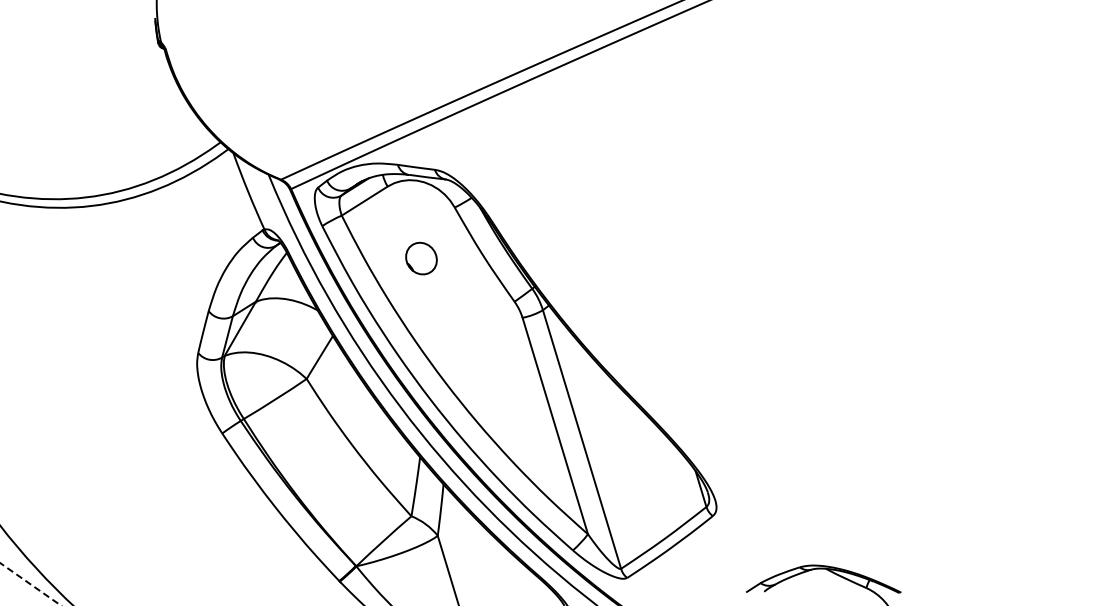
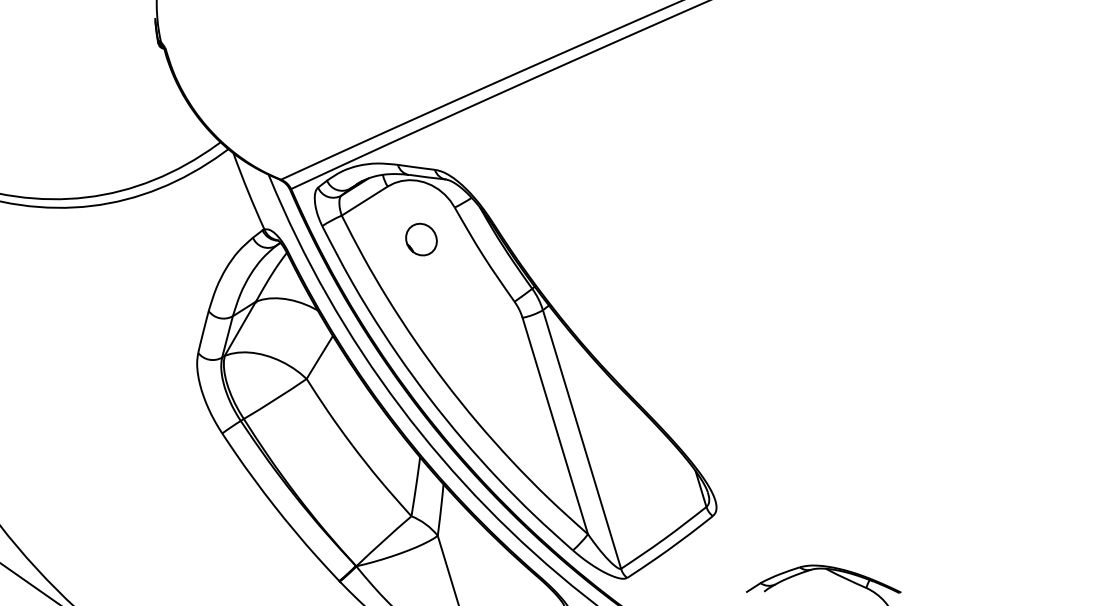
part at (421, 258) position: (421, 258) -> (421, 239)
line at (31, 584): dashed -> solid
